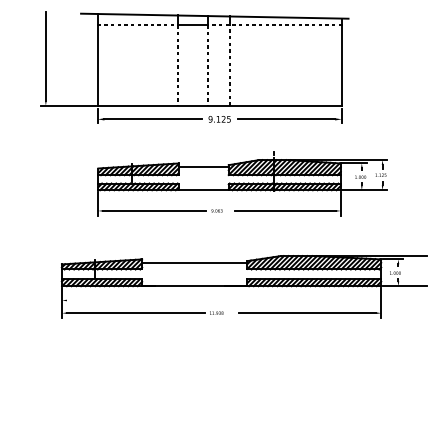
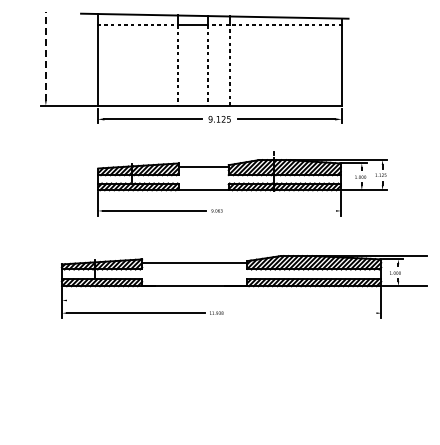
line at (45, 55): solid -> dashed
line at (284, 210): present -> none
line at (307, 313): present -> none
